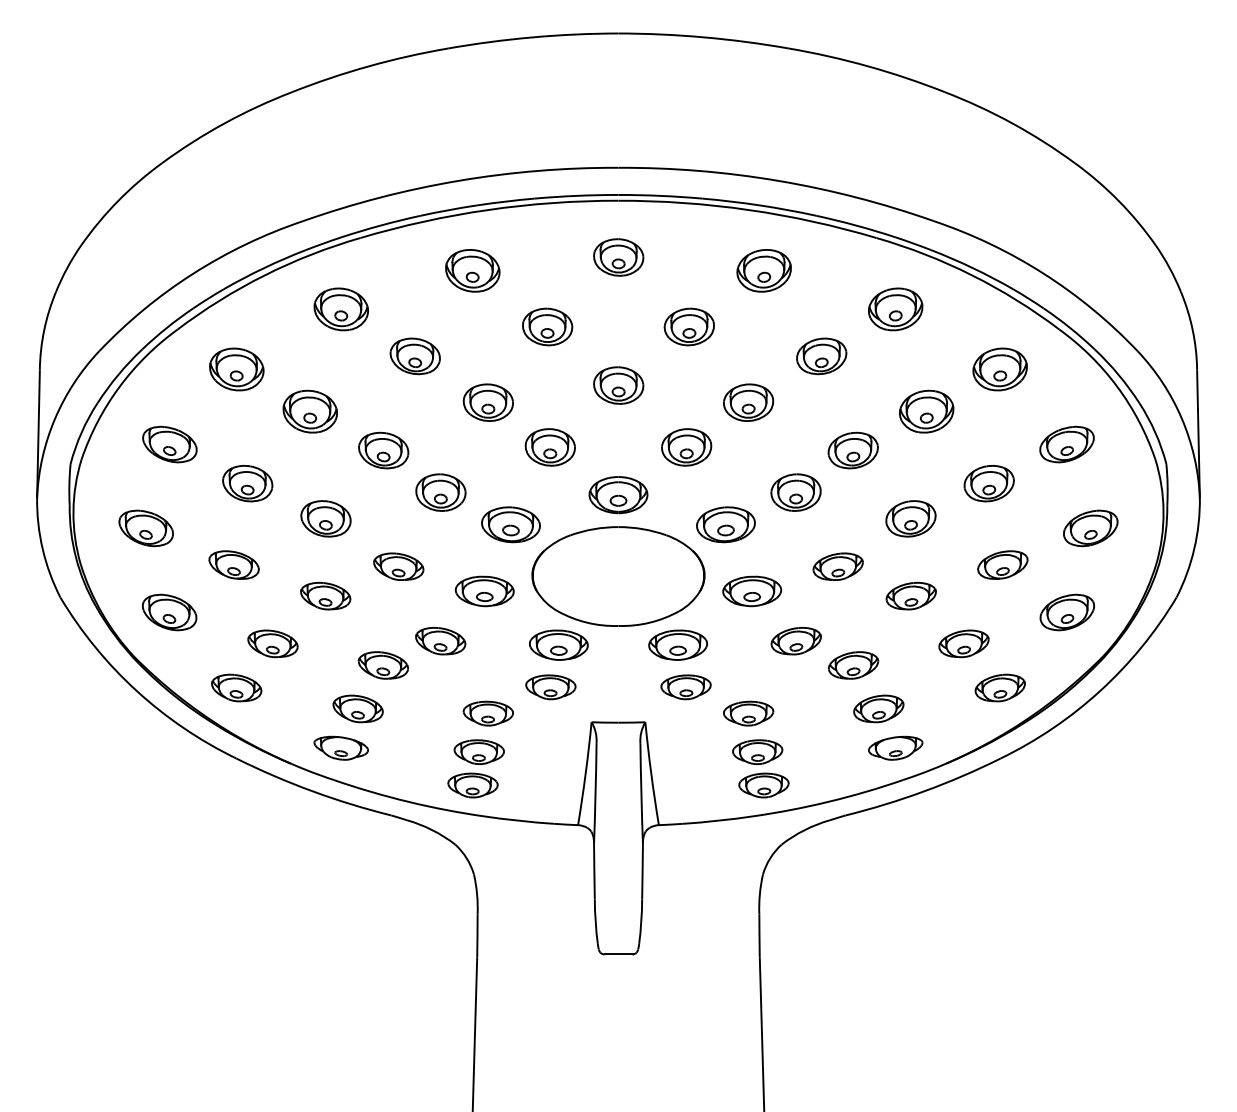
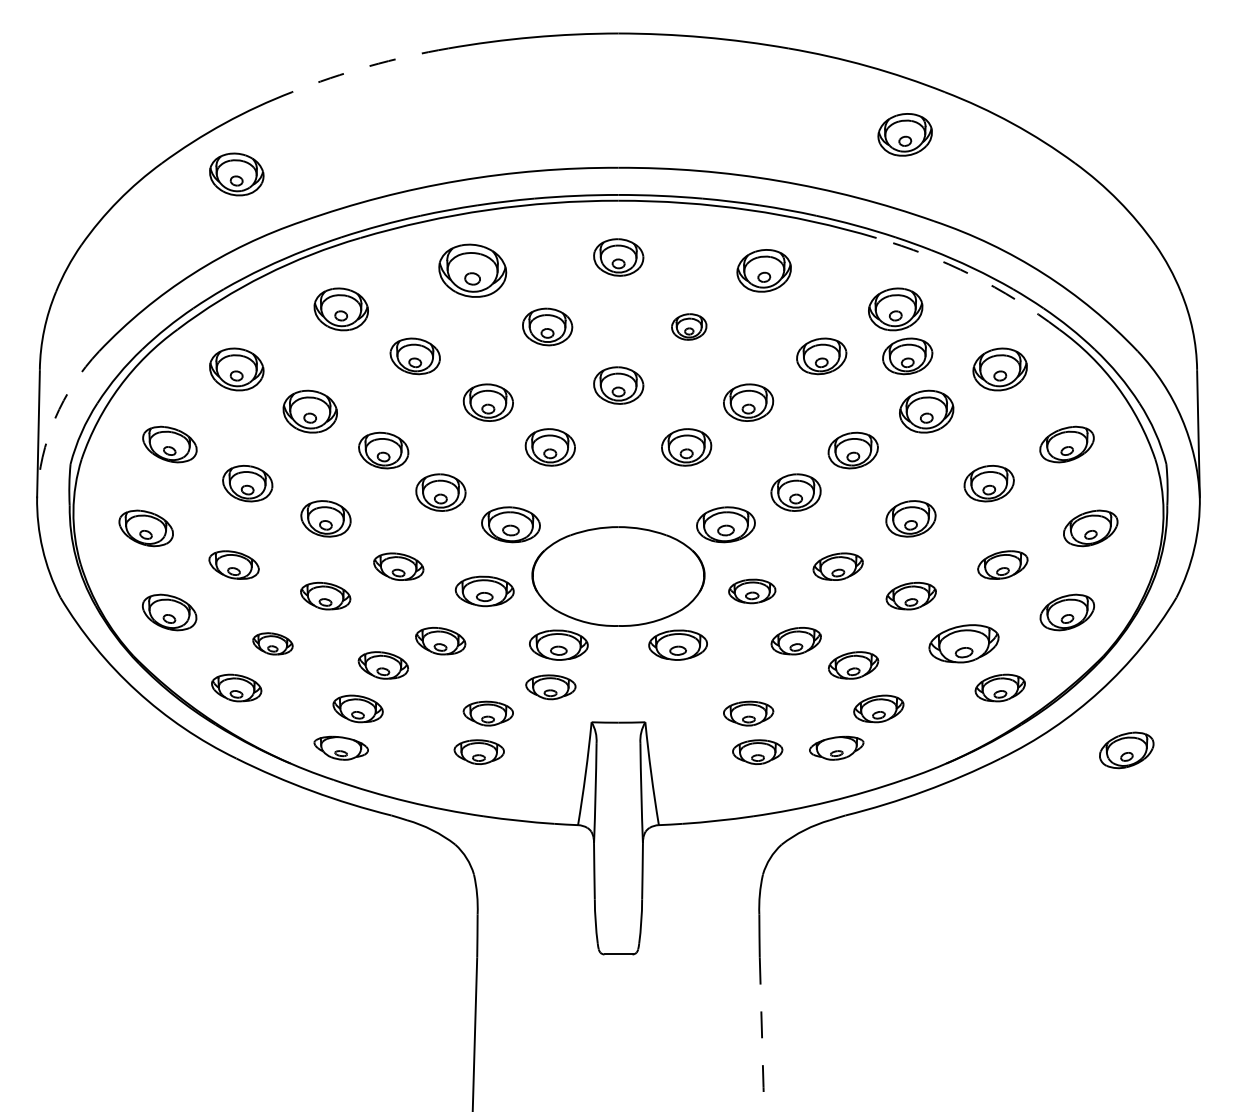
arc at (369, 66): solid -> dashed
part at (904, 134): none -> present
part at (236, 174): none -> present
part at (472, 270) size: 56x44 px -> 70x55 px
arc at (972, 275): solid -> dashed
part at (688, 326) size: 52x40 px -> 37x28 px
part at (907, 356): none -> present
arc at (55, 418): solid -> dashed
part at (618, 495): present -> none
part at (752, 591) size: 61x33 px -> 49x27 px
part at (272, 643) size: 52x30 px -> 42x24 px
part at (963, 643) size: 52x30 px -> 72x40 px
part at (685, 687): present -> none
part at (895, 747) position: (895, 747) -> (836, 747)
part at (1126, 750): none -> present
part at (472, 785): present -> none
part at (763, 785): present -> none
arc at (762, 1034): solid -> dashed
